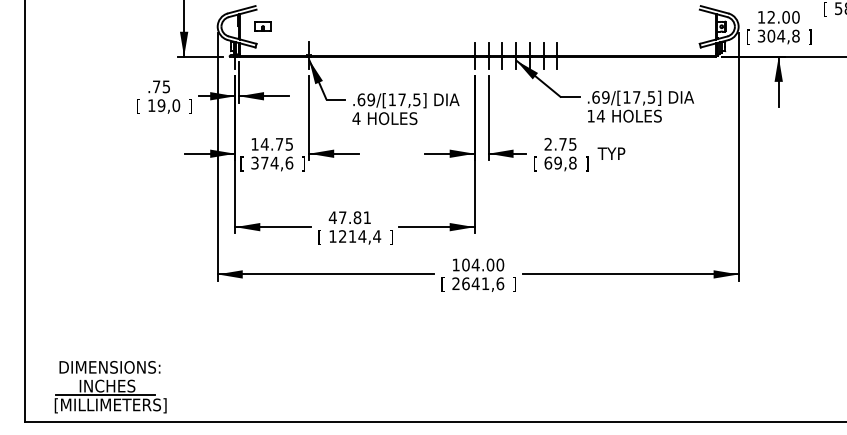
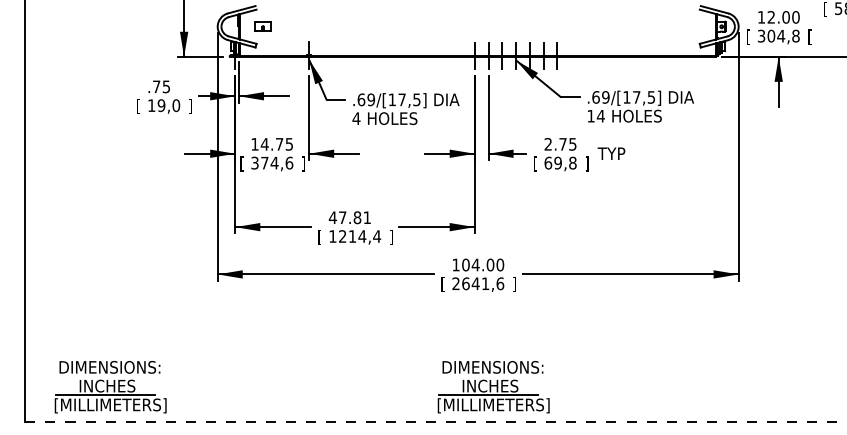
text at (809, 36): ] -> [
part at (493, 387): none -> present
line at (436, 421): solid -> dashed
